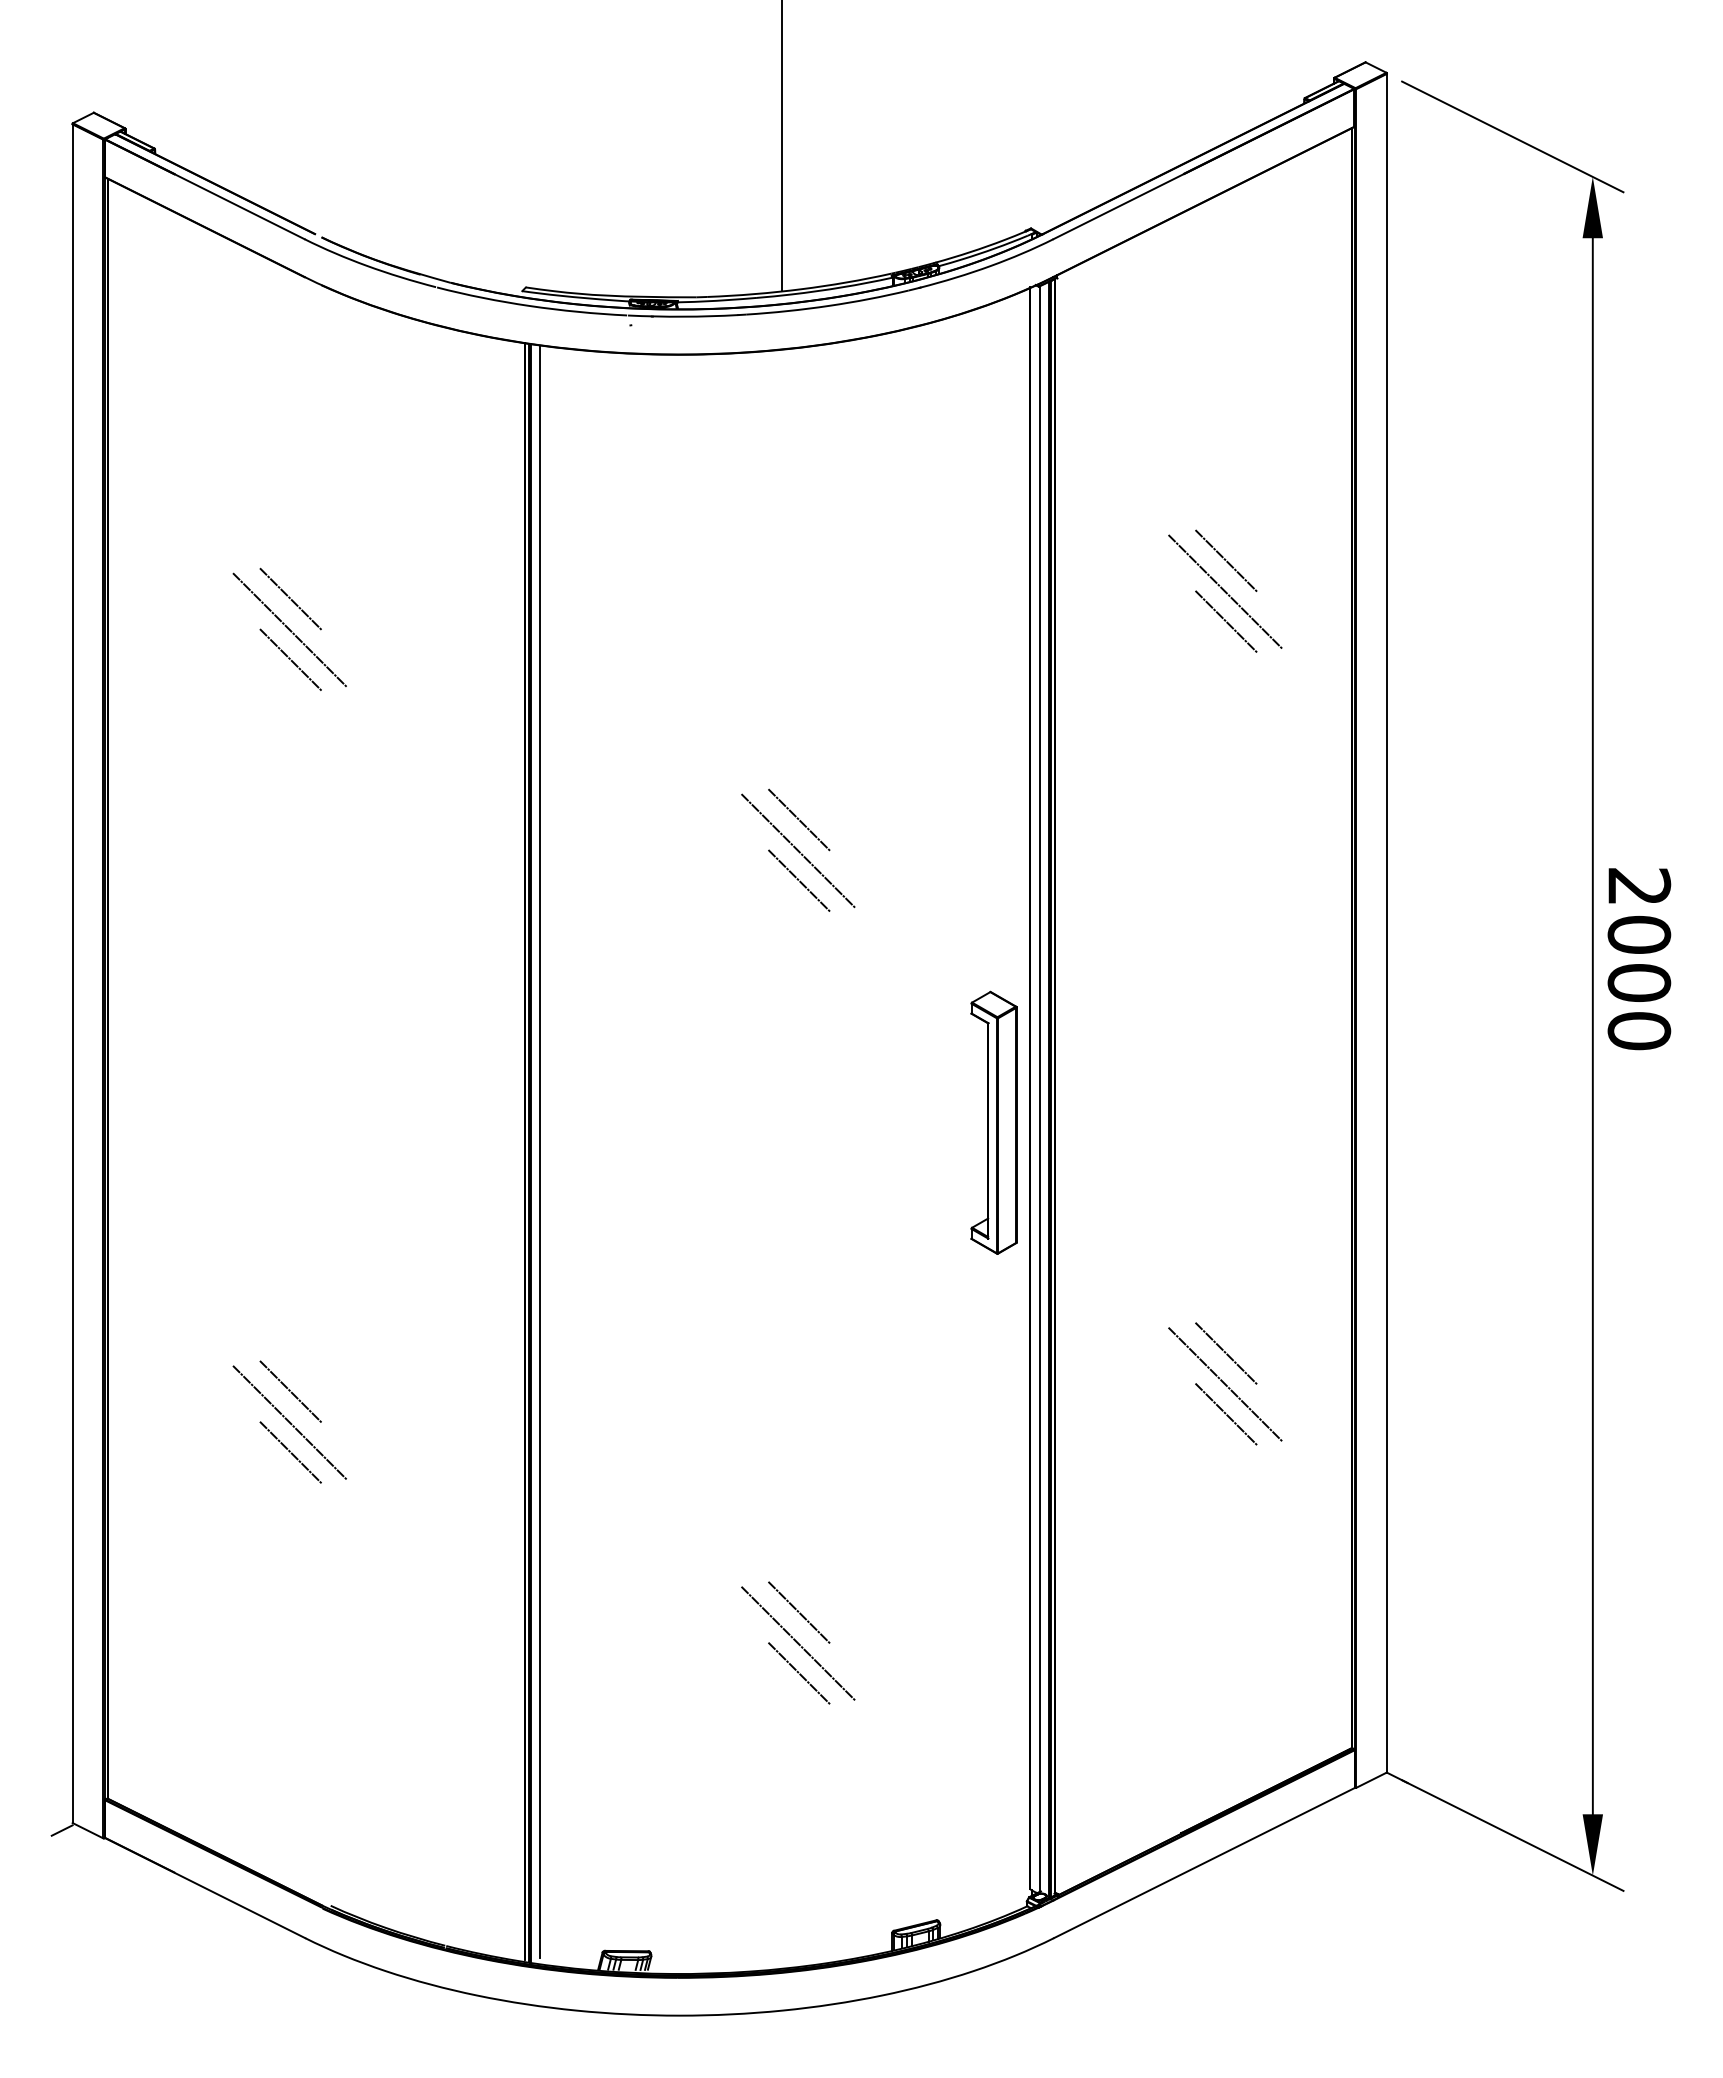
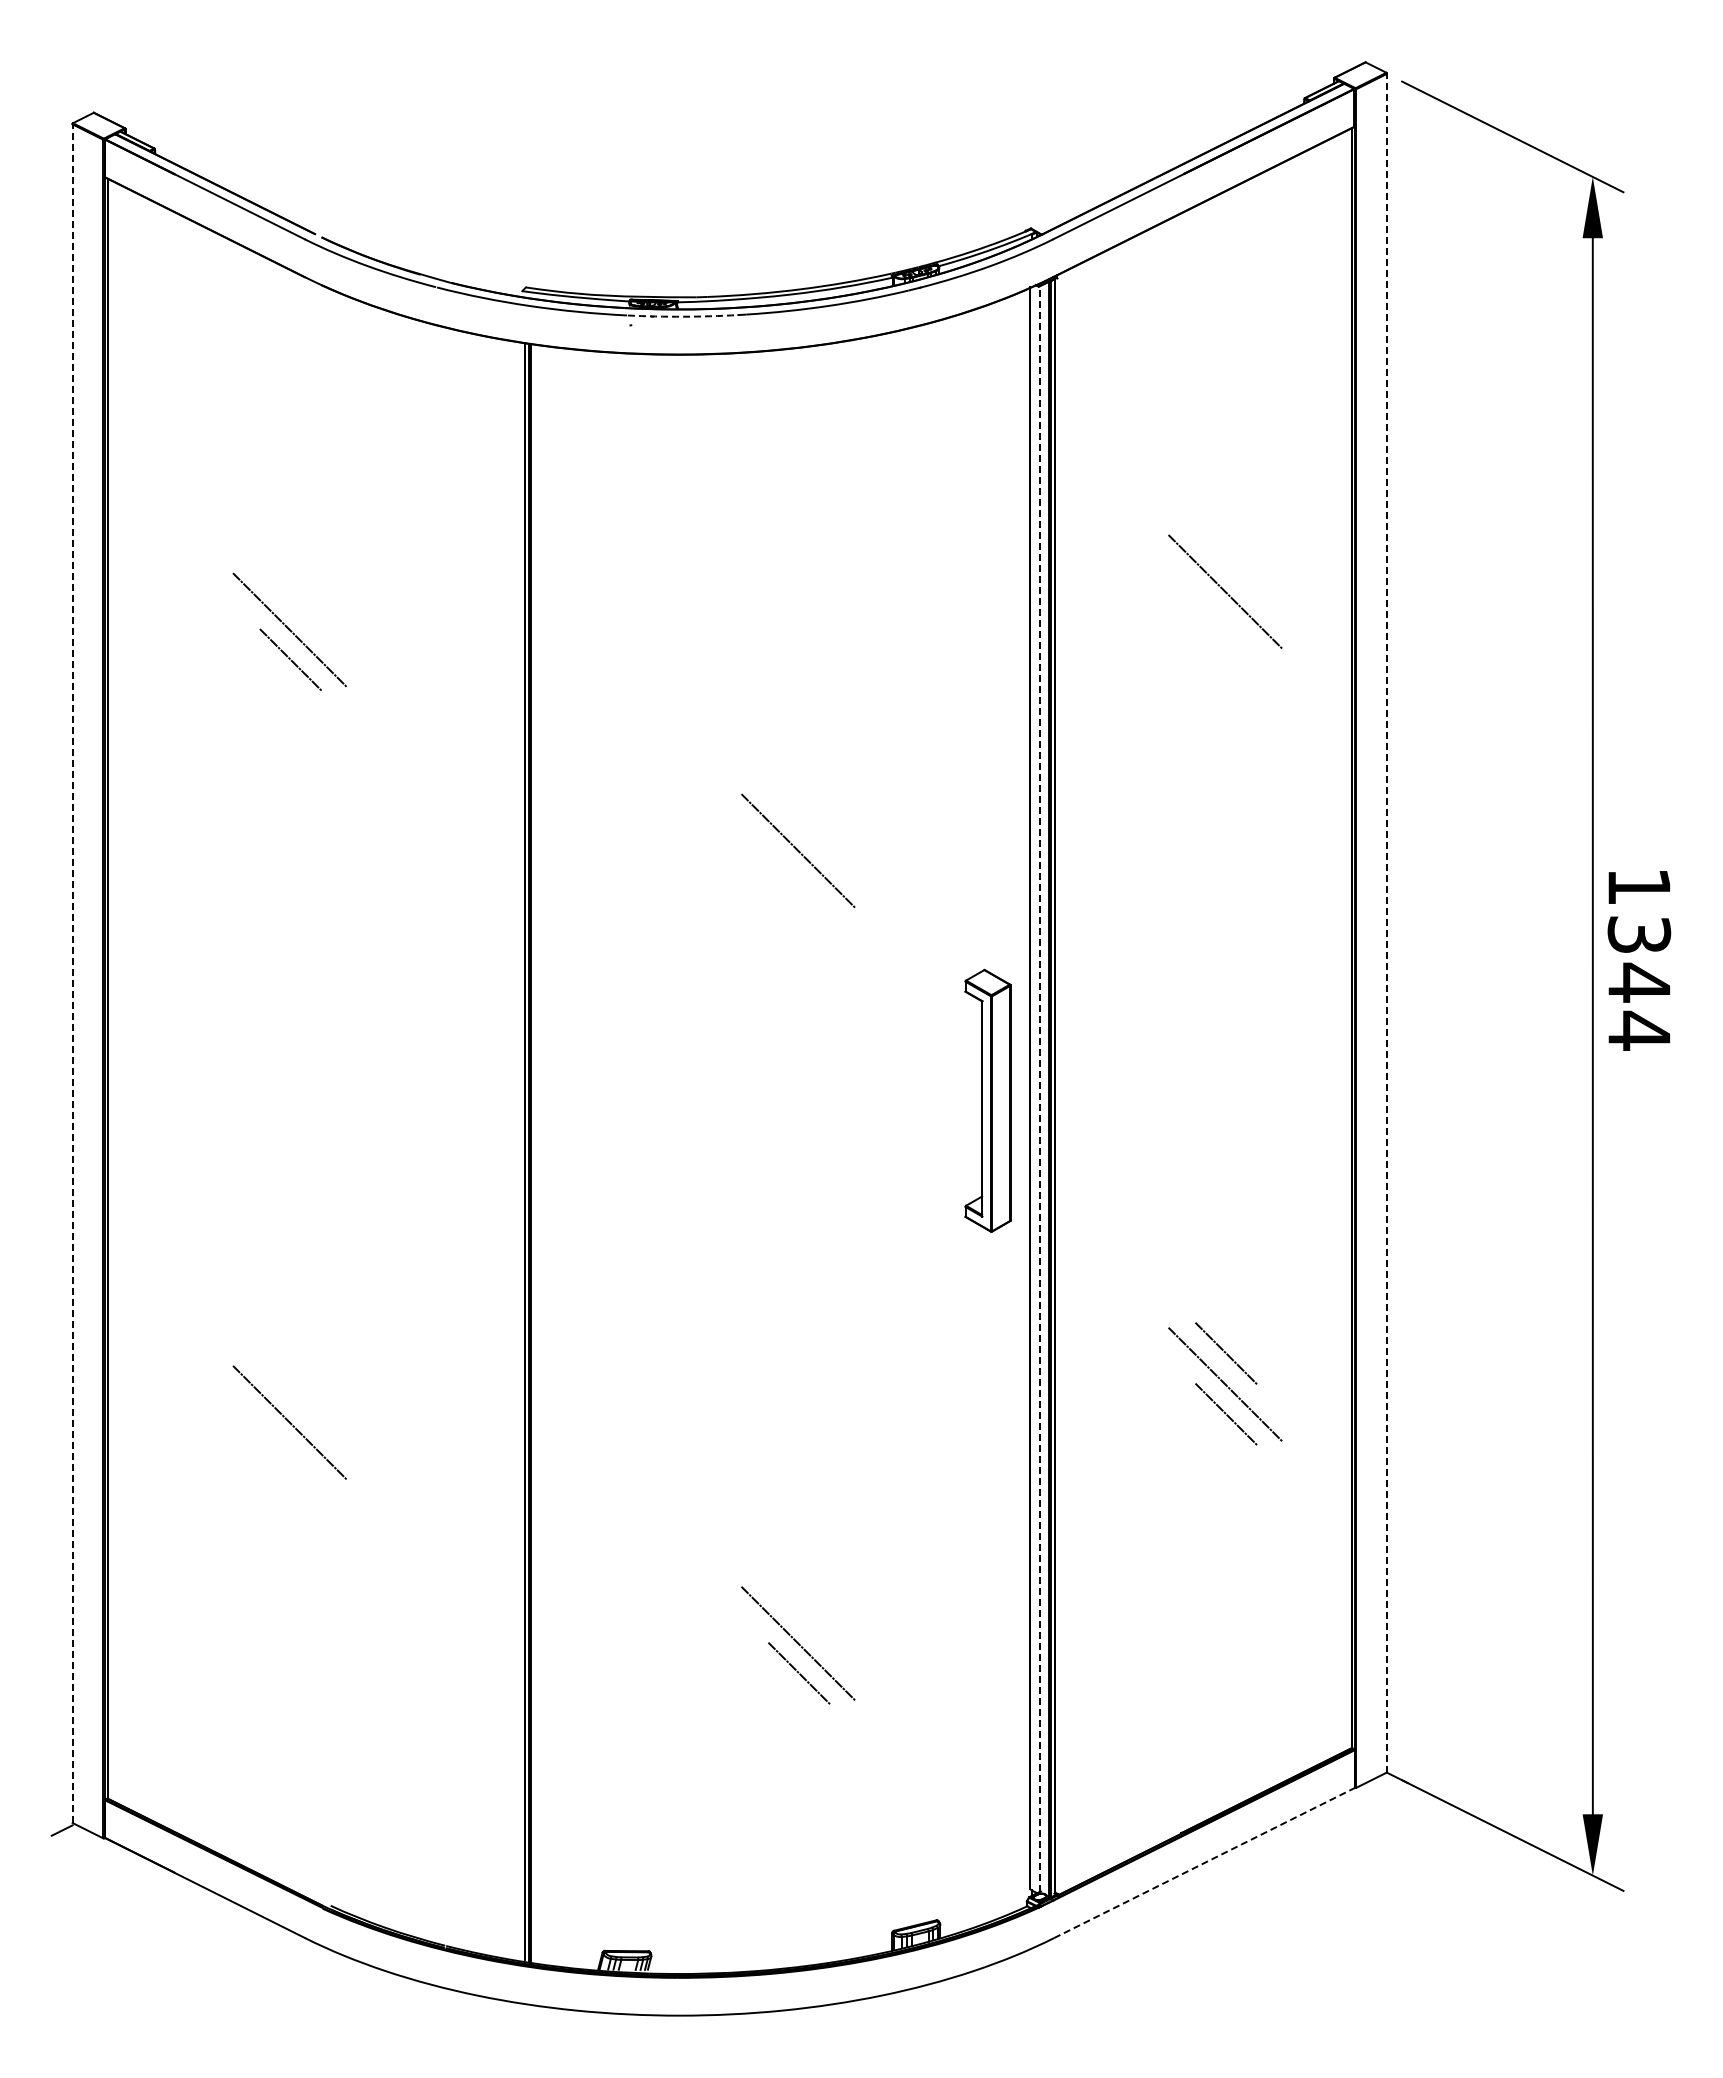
line at (782, 146): present -> none
arc at (683, 316): solid -> dashed
line at (1226, 560): present -> none
line at (290, 598): present -> none
line at (1226, 621): present -> none
line at (799, 820): present -> none
line at (799, 880): present -> none
line at (1386, 922): solid -> dashed
text at (1639, 959): 2000 -> 1344
line at (72, 973): solid -> dashed
line at (1039, 1089): solid -> dashed
part at (993, 1122) position: (993, 1122) -> (987, 1100)
line at (540, 1151): present -> none
line at (290, 1391): present -> none
line at (290, 1452): present -> none
line at (799, 1611): present -> none
line at (1204, 1862): solid -> dashed
